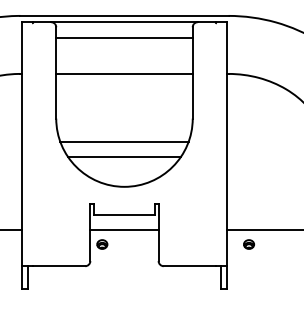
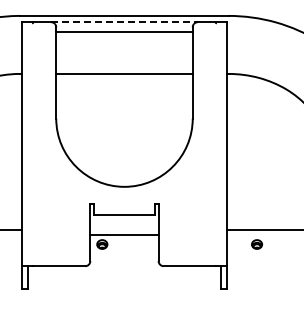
line at (124, 22): solid -> dashed
line at (124, 37) position: (124, 37) -> (124, 31)
line at (124, 141): present -> none
line at (124, 157): present -> none
line at (124, 229) position: (124, 229) -> (124, 234)
part at (249, 244) position: (249, 244) -> (257, 244)
